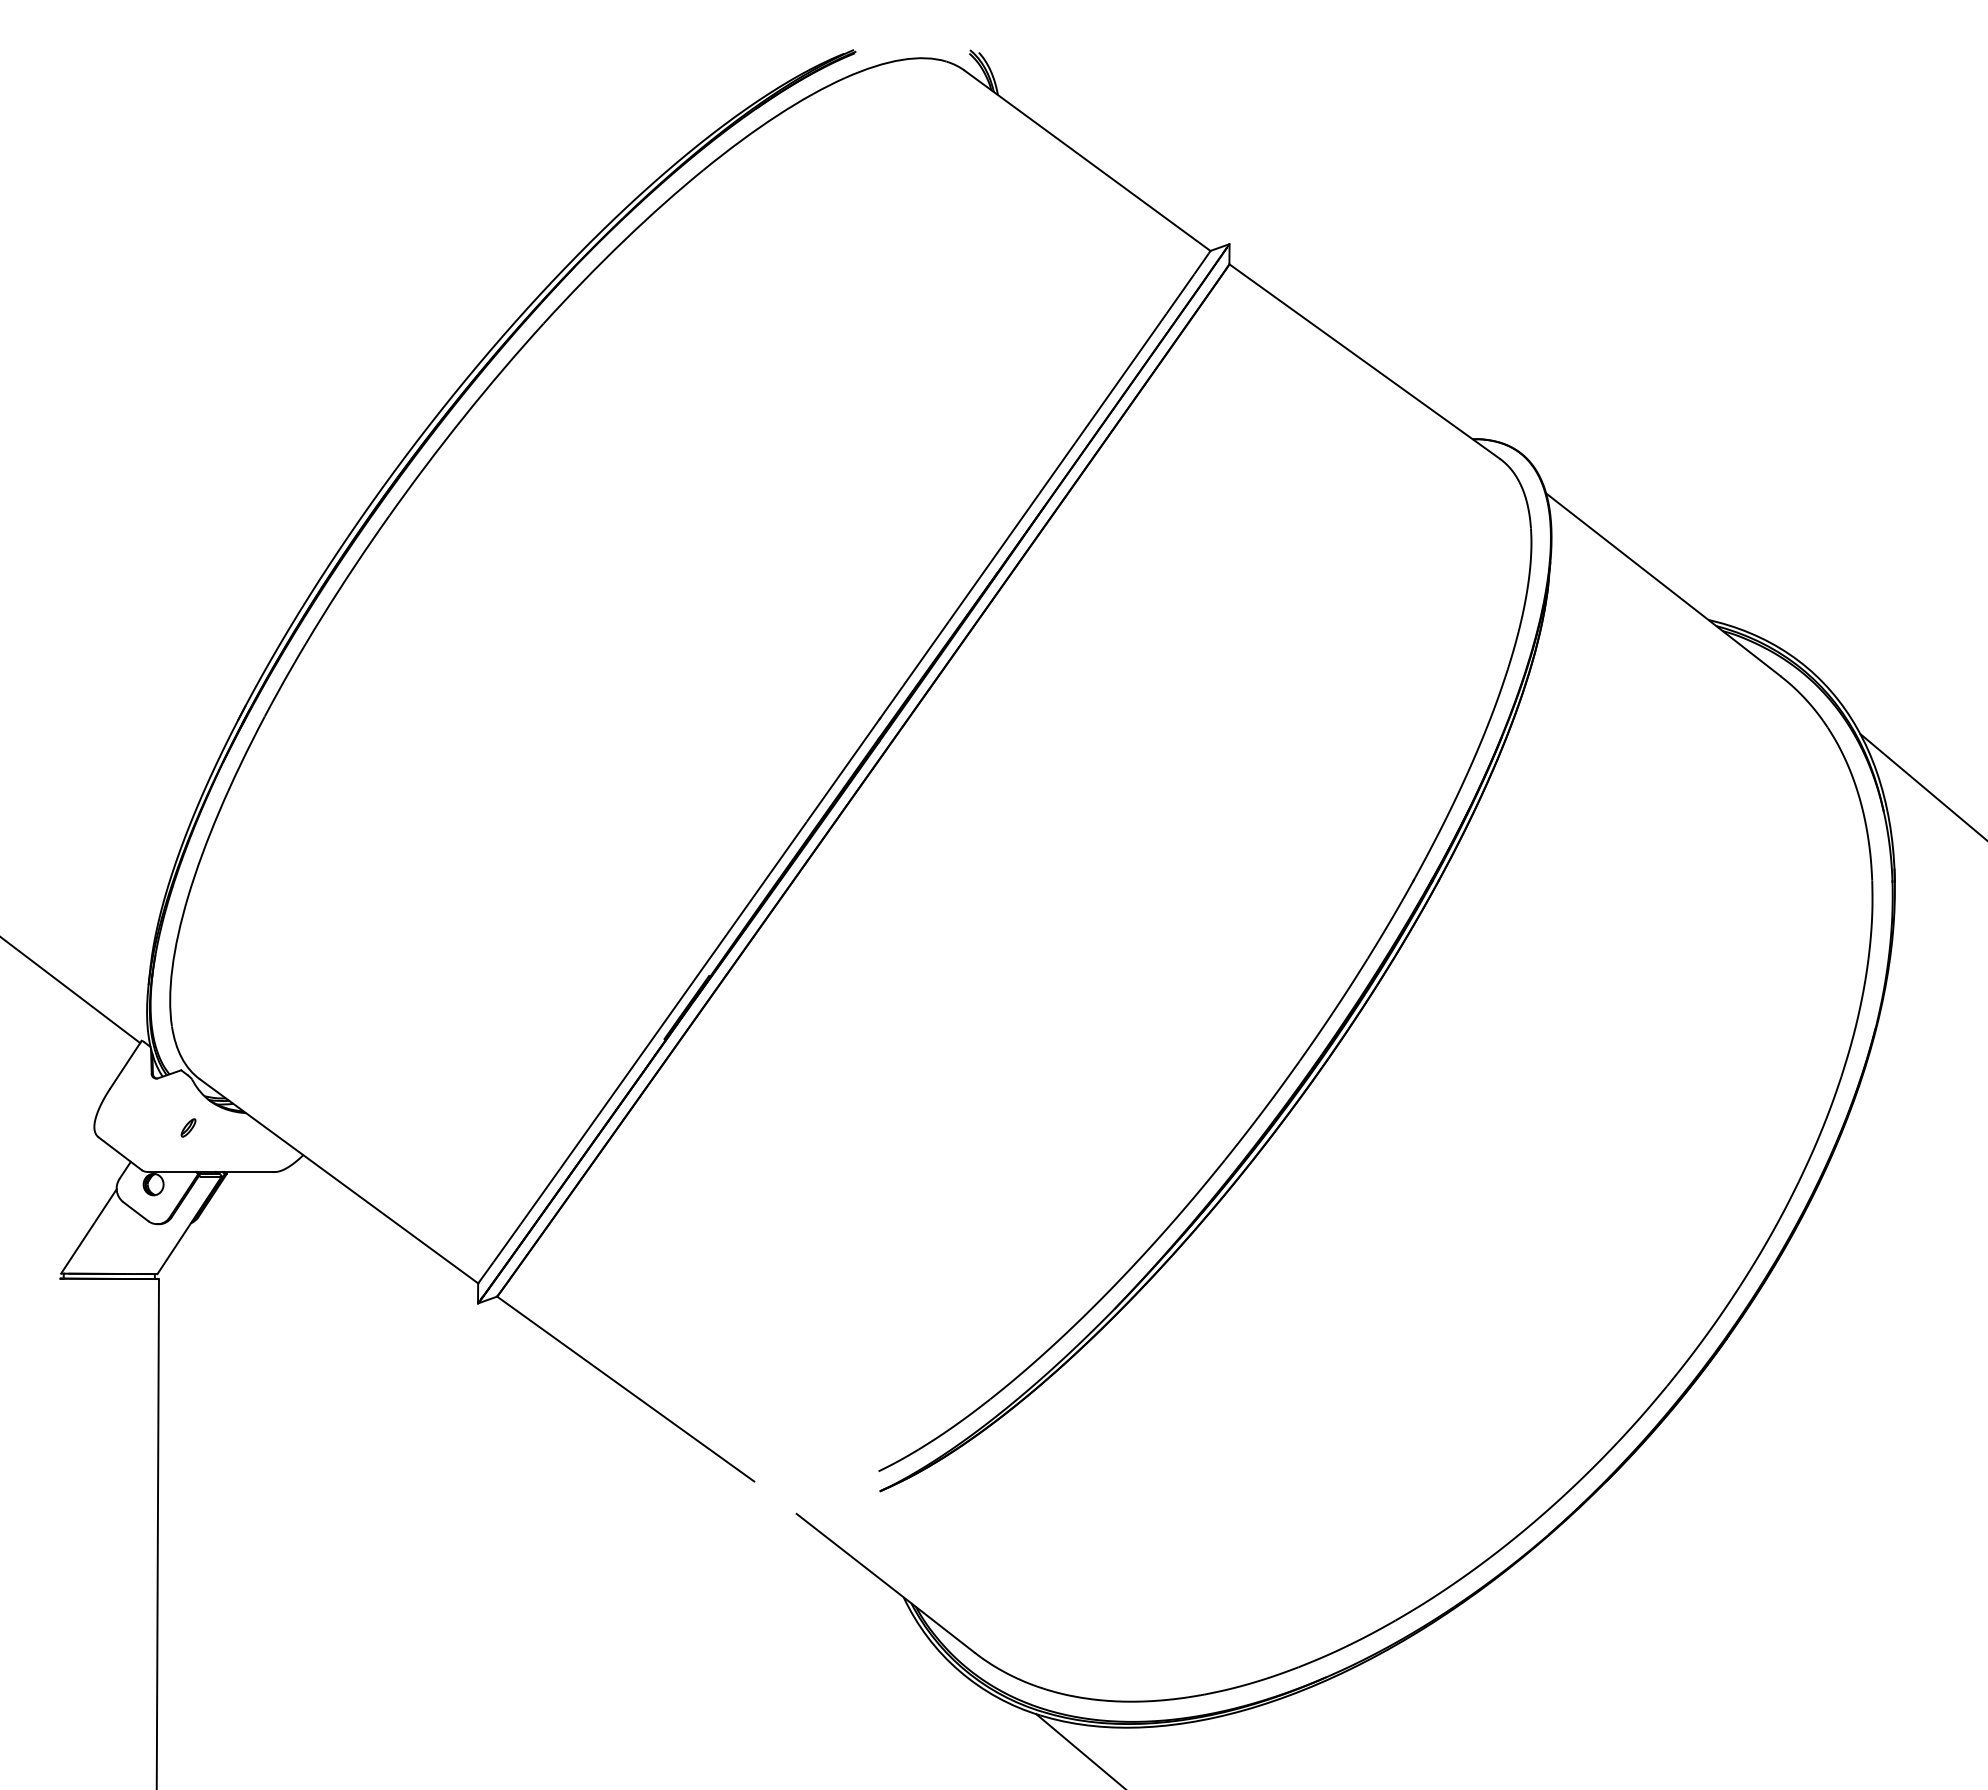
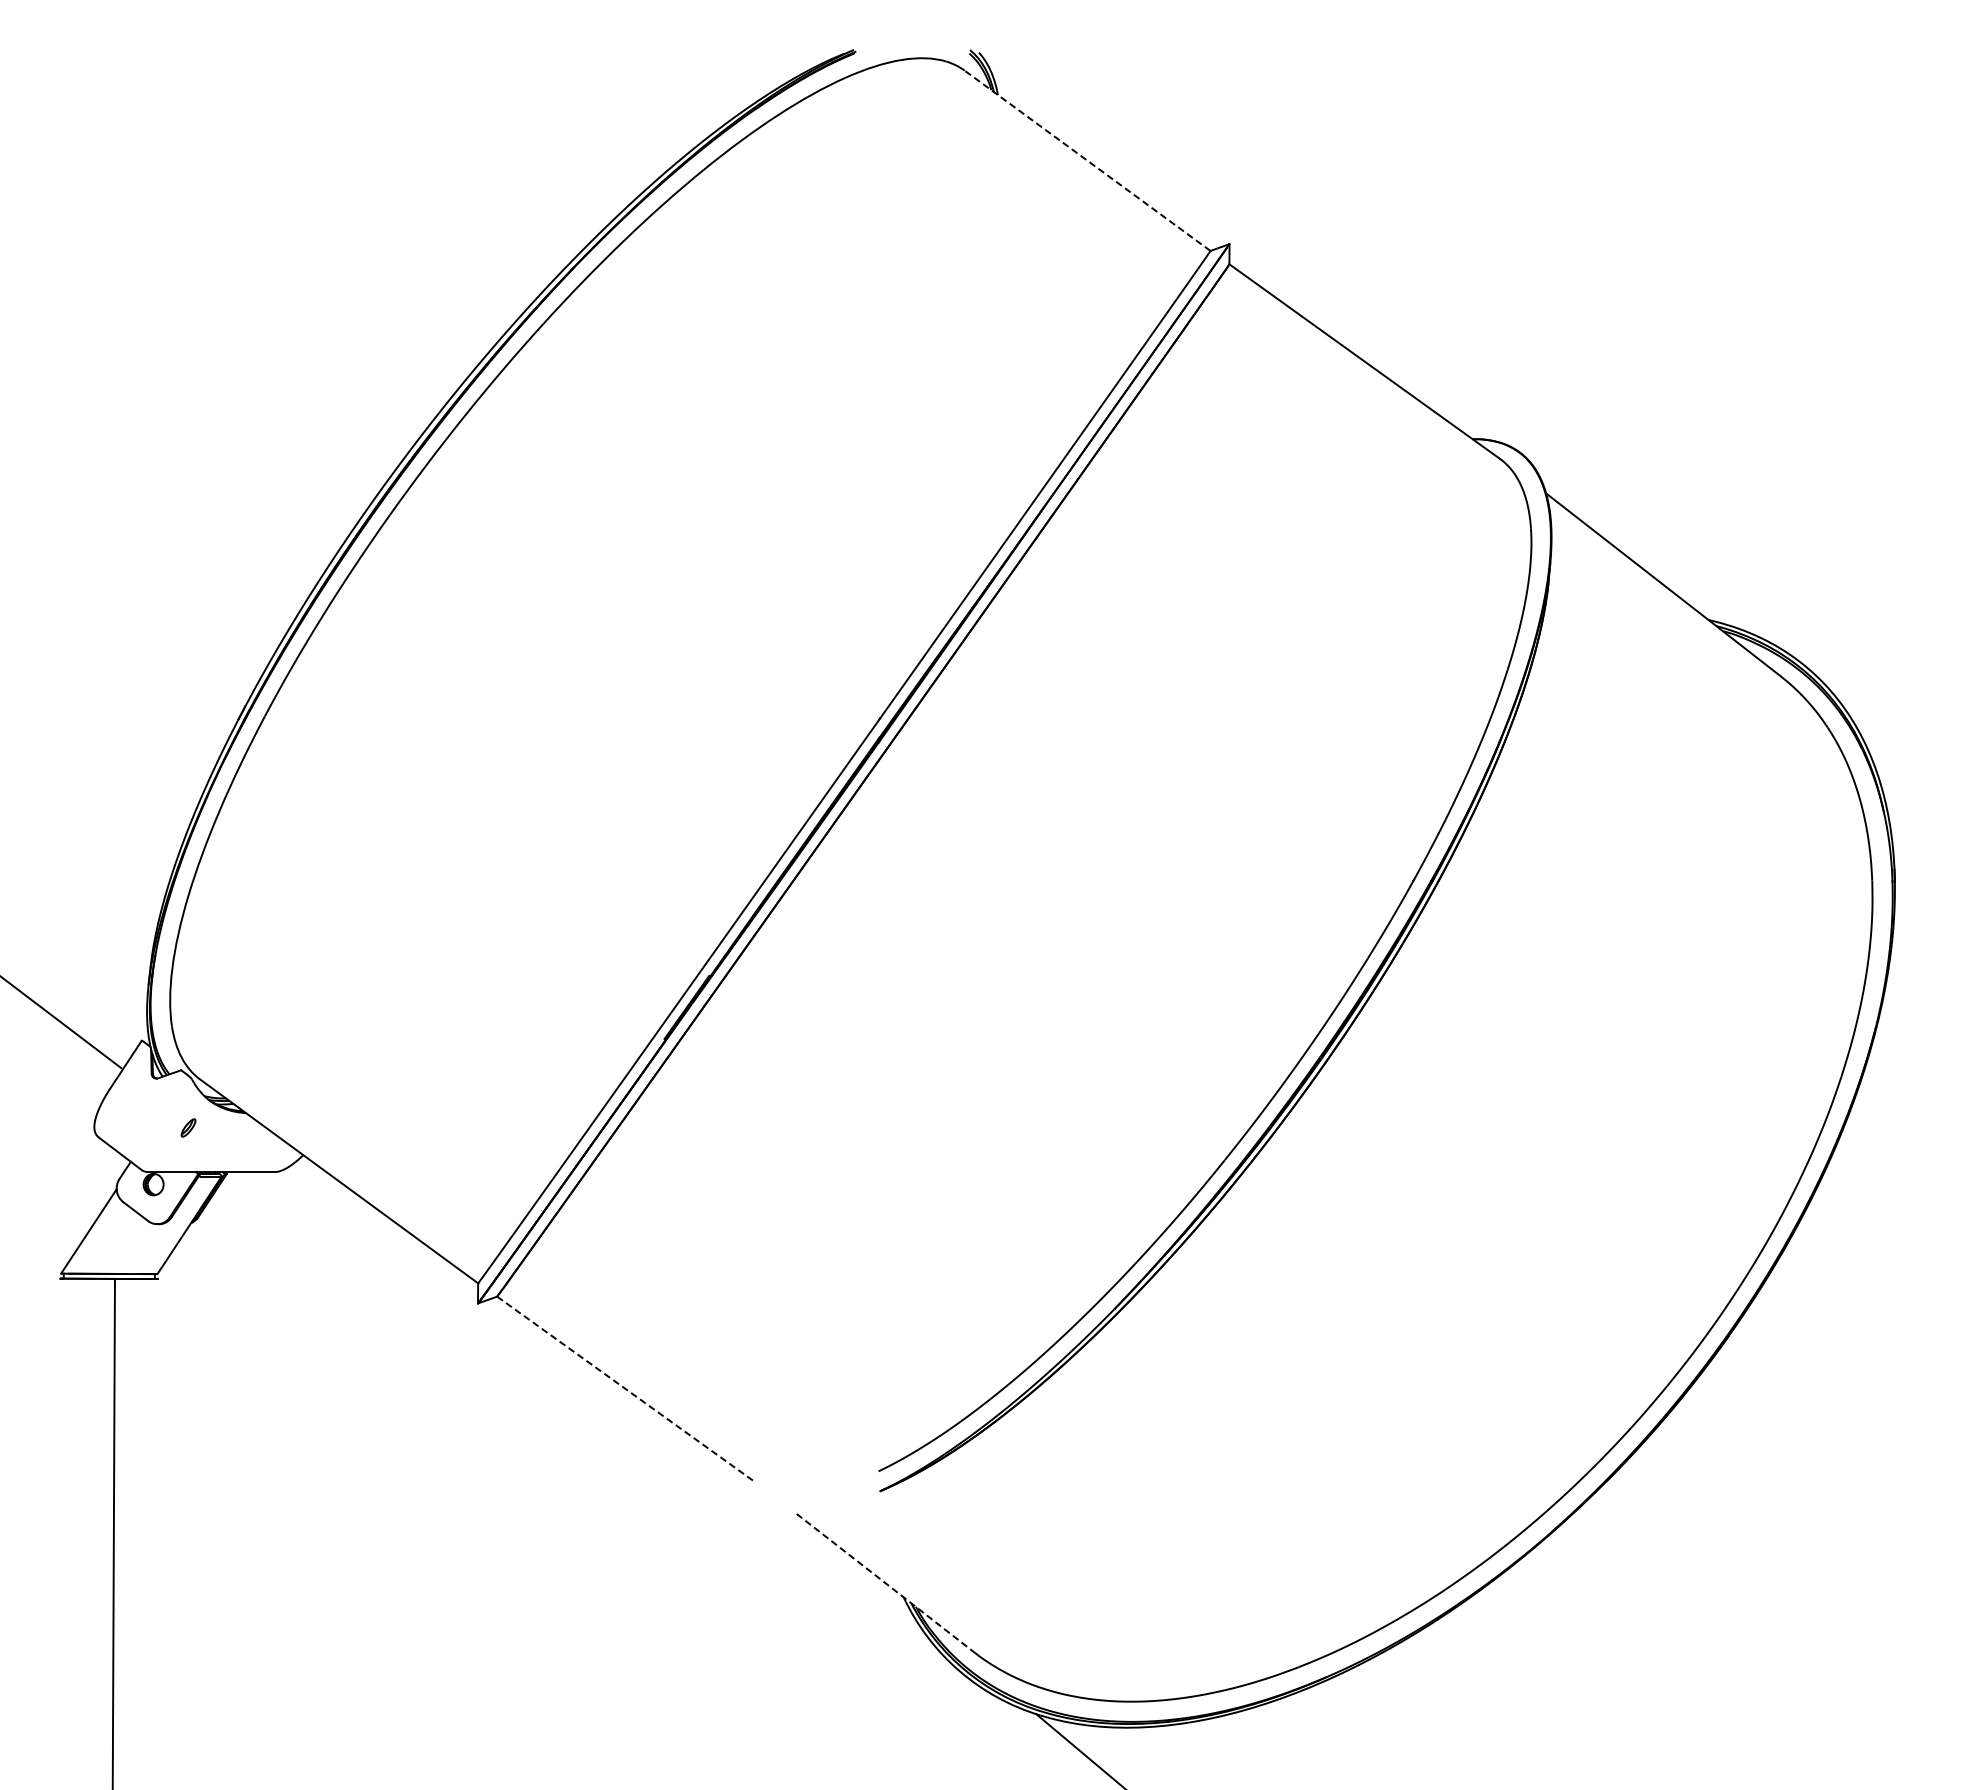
line at (1087, 160): solid -> dashed
line at (1922, 786): present -> none
line at (71, 990) position: (71, 990) -> (61, 1022)
line at (626, 1389): solid -> dashed
line at (157, 1532) position: (157, 1532) -> (113, 1532)
line at (885, 1583): solid -> dashed
